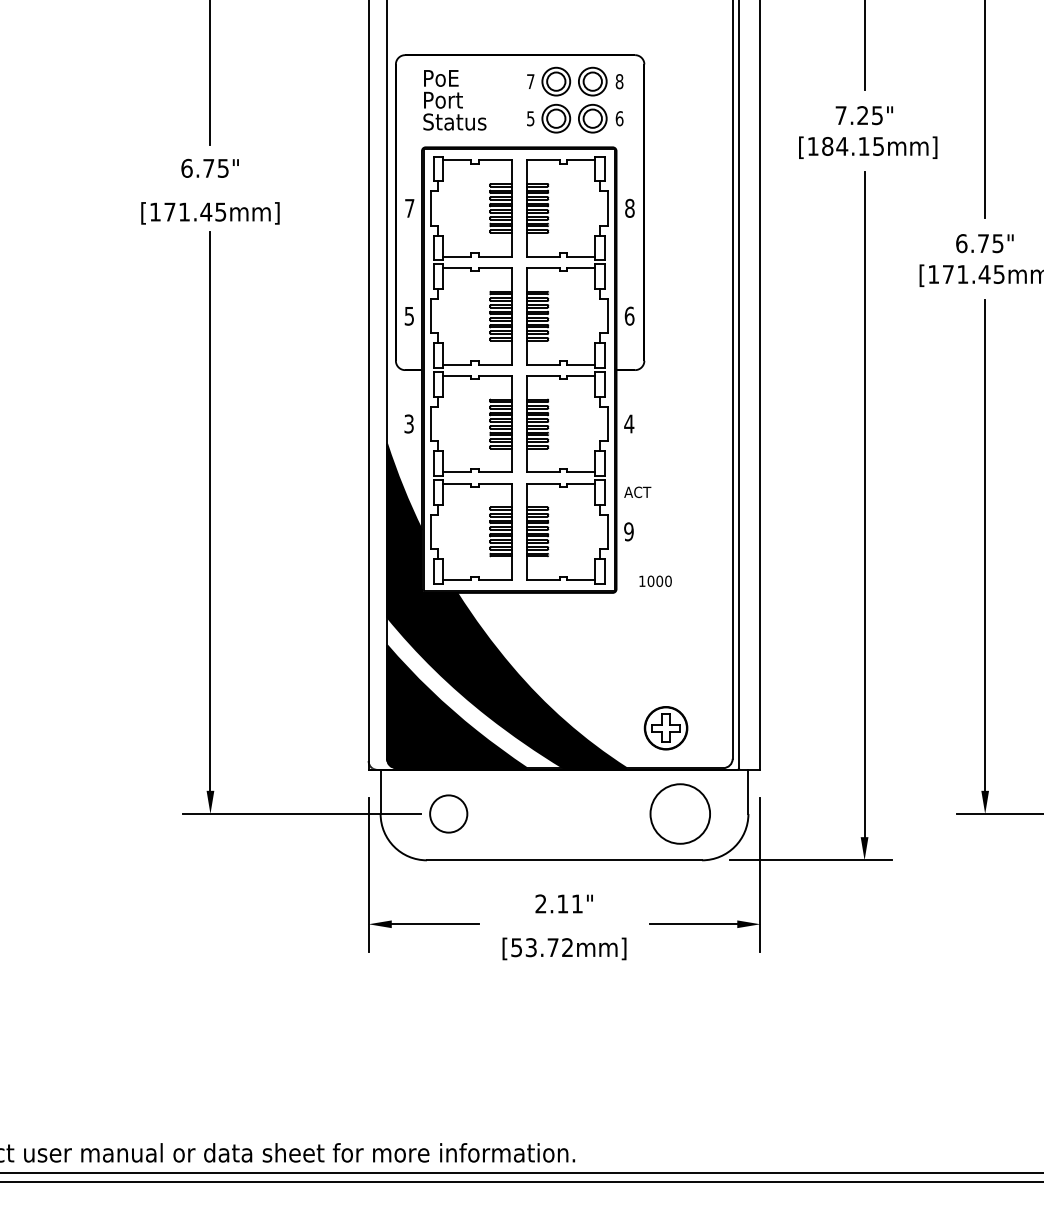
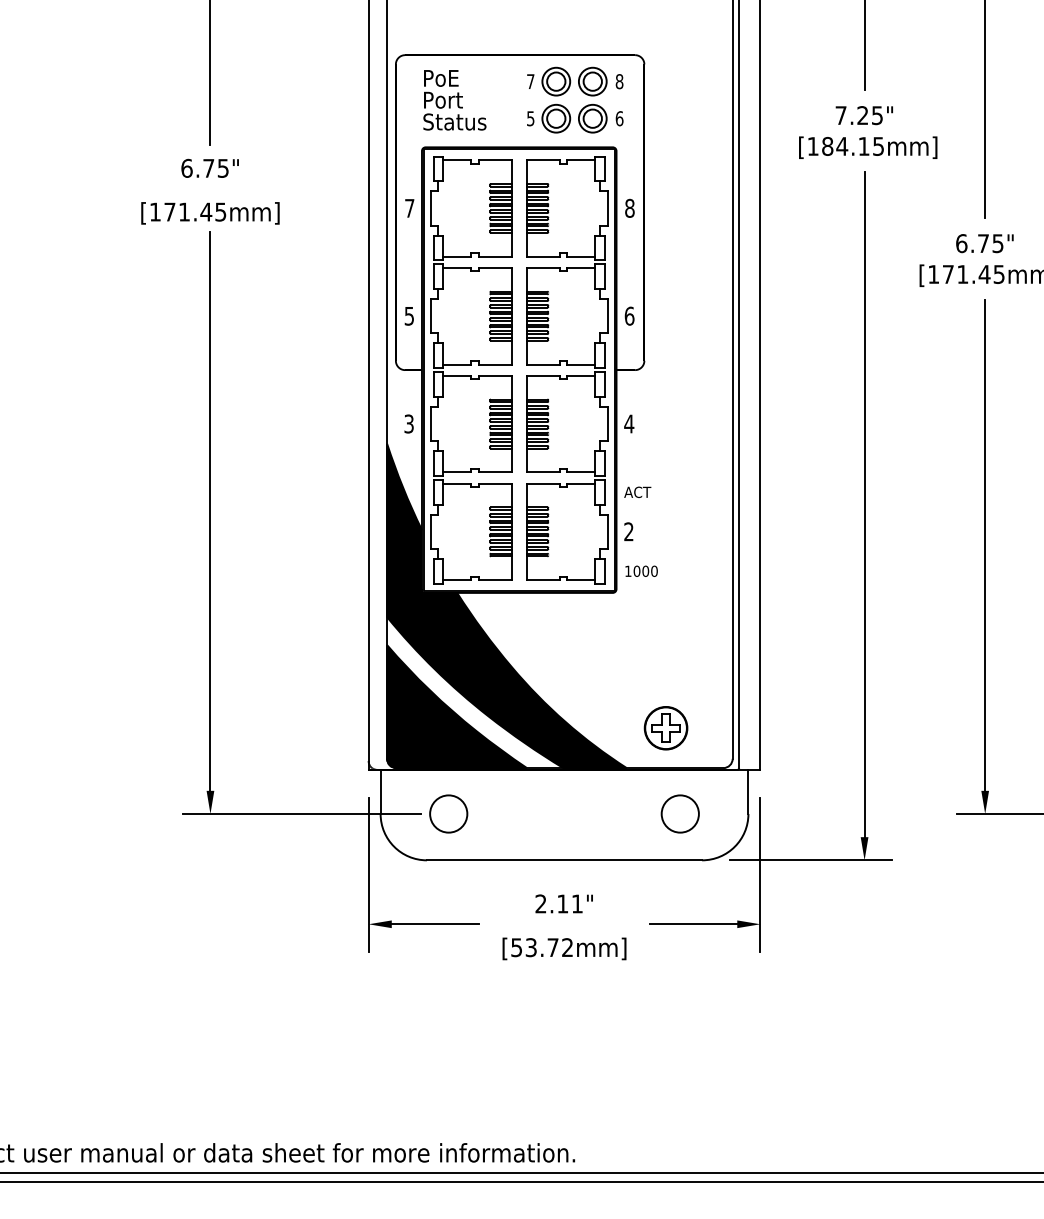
text at (628, 531): 9 -> 2
text at (655, 580) position: (655, 580) -> (641, 570)
circle at (680, 813) diameter: 60 px -> 37 px
